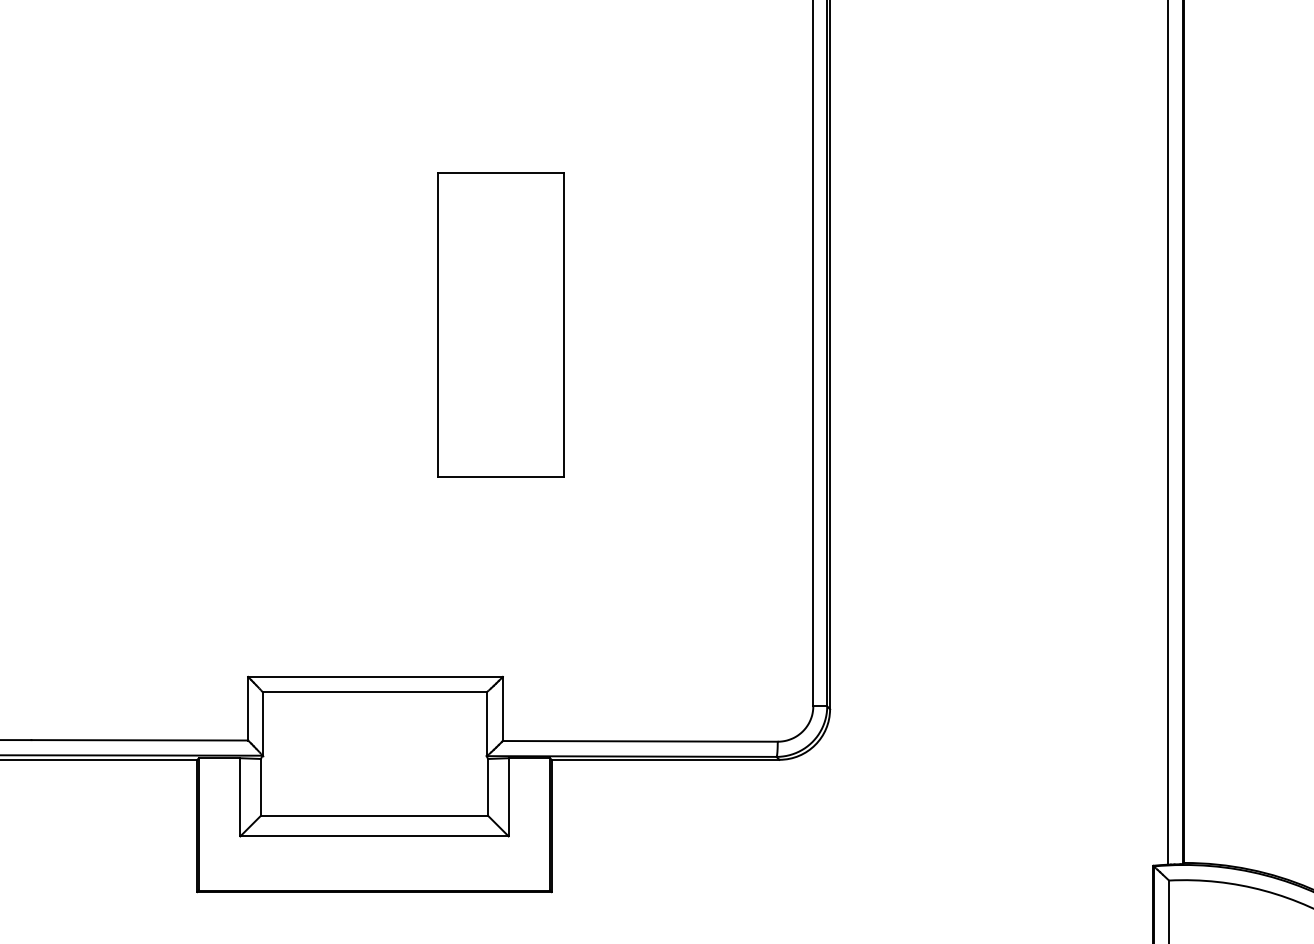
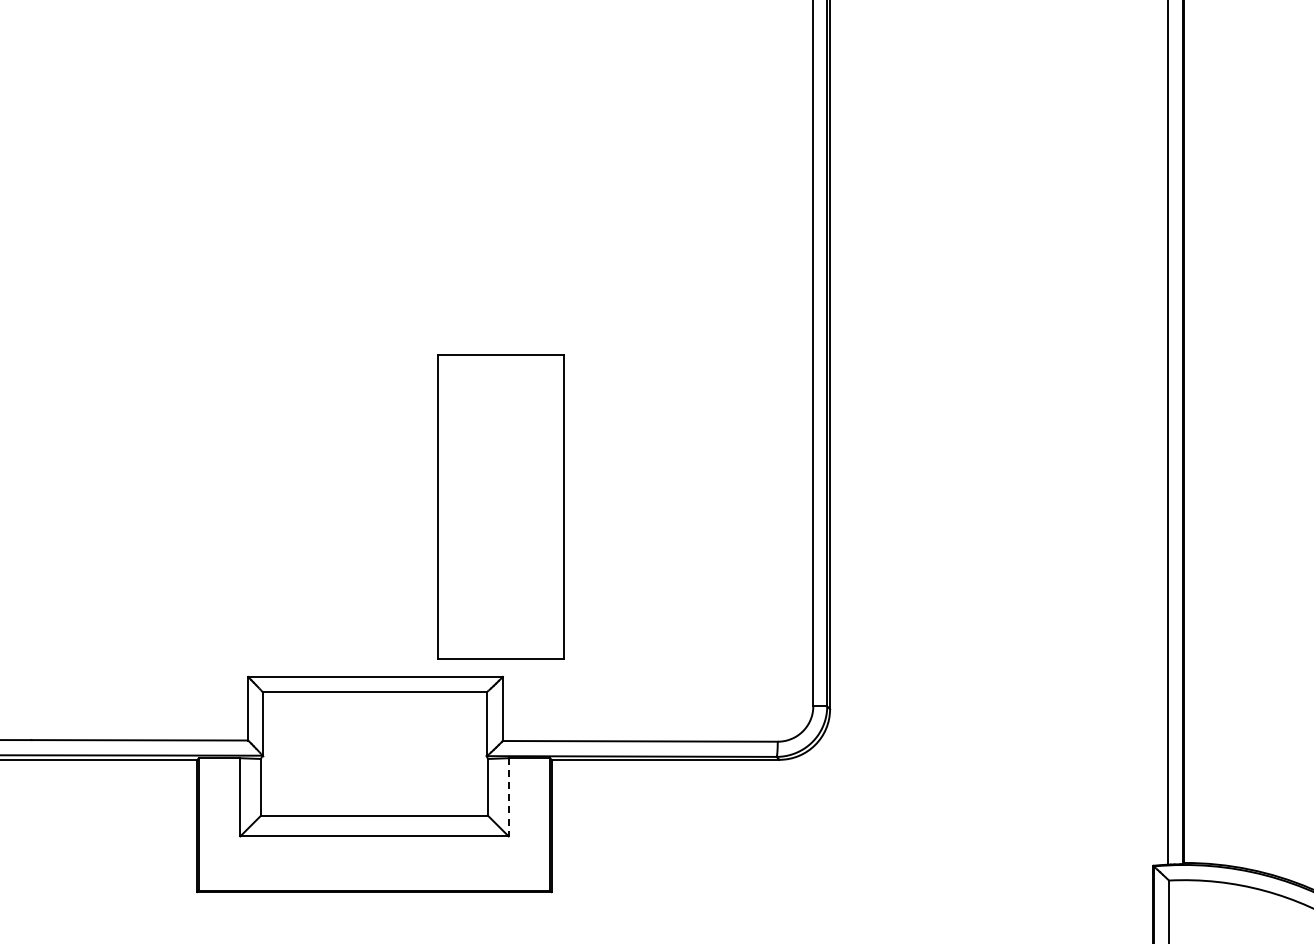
part at (500, 324) position: (500, 324) -> (500, 506)
line at (508, 797): solid -> dashed
